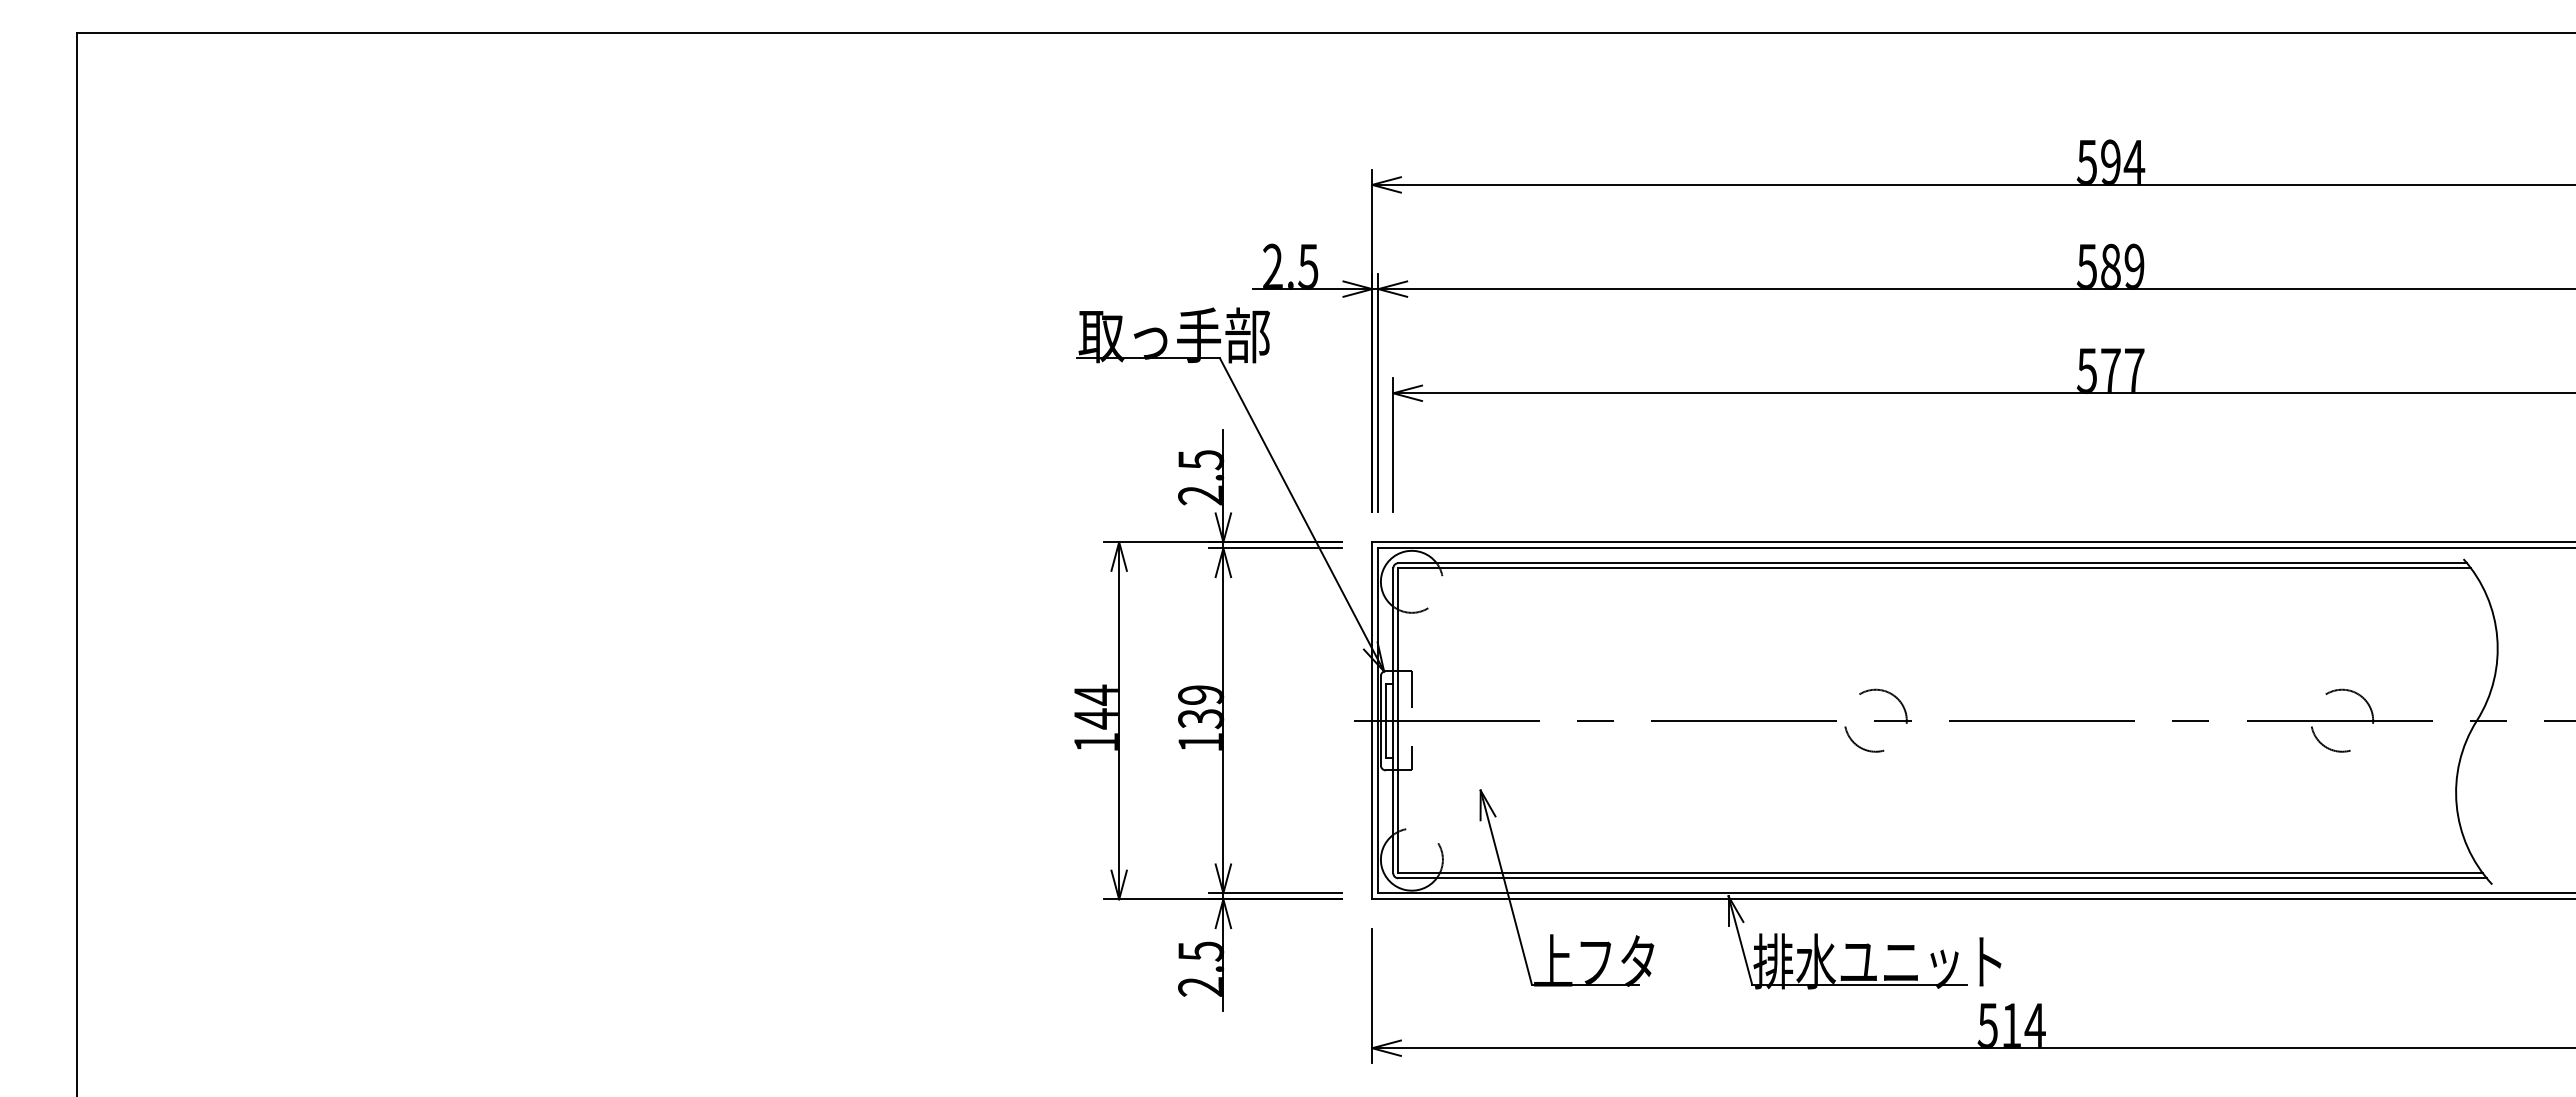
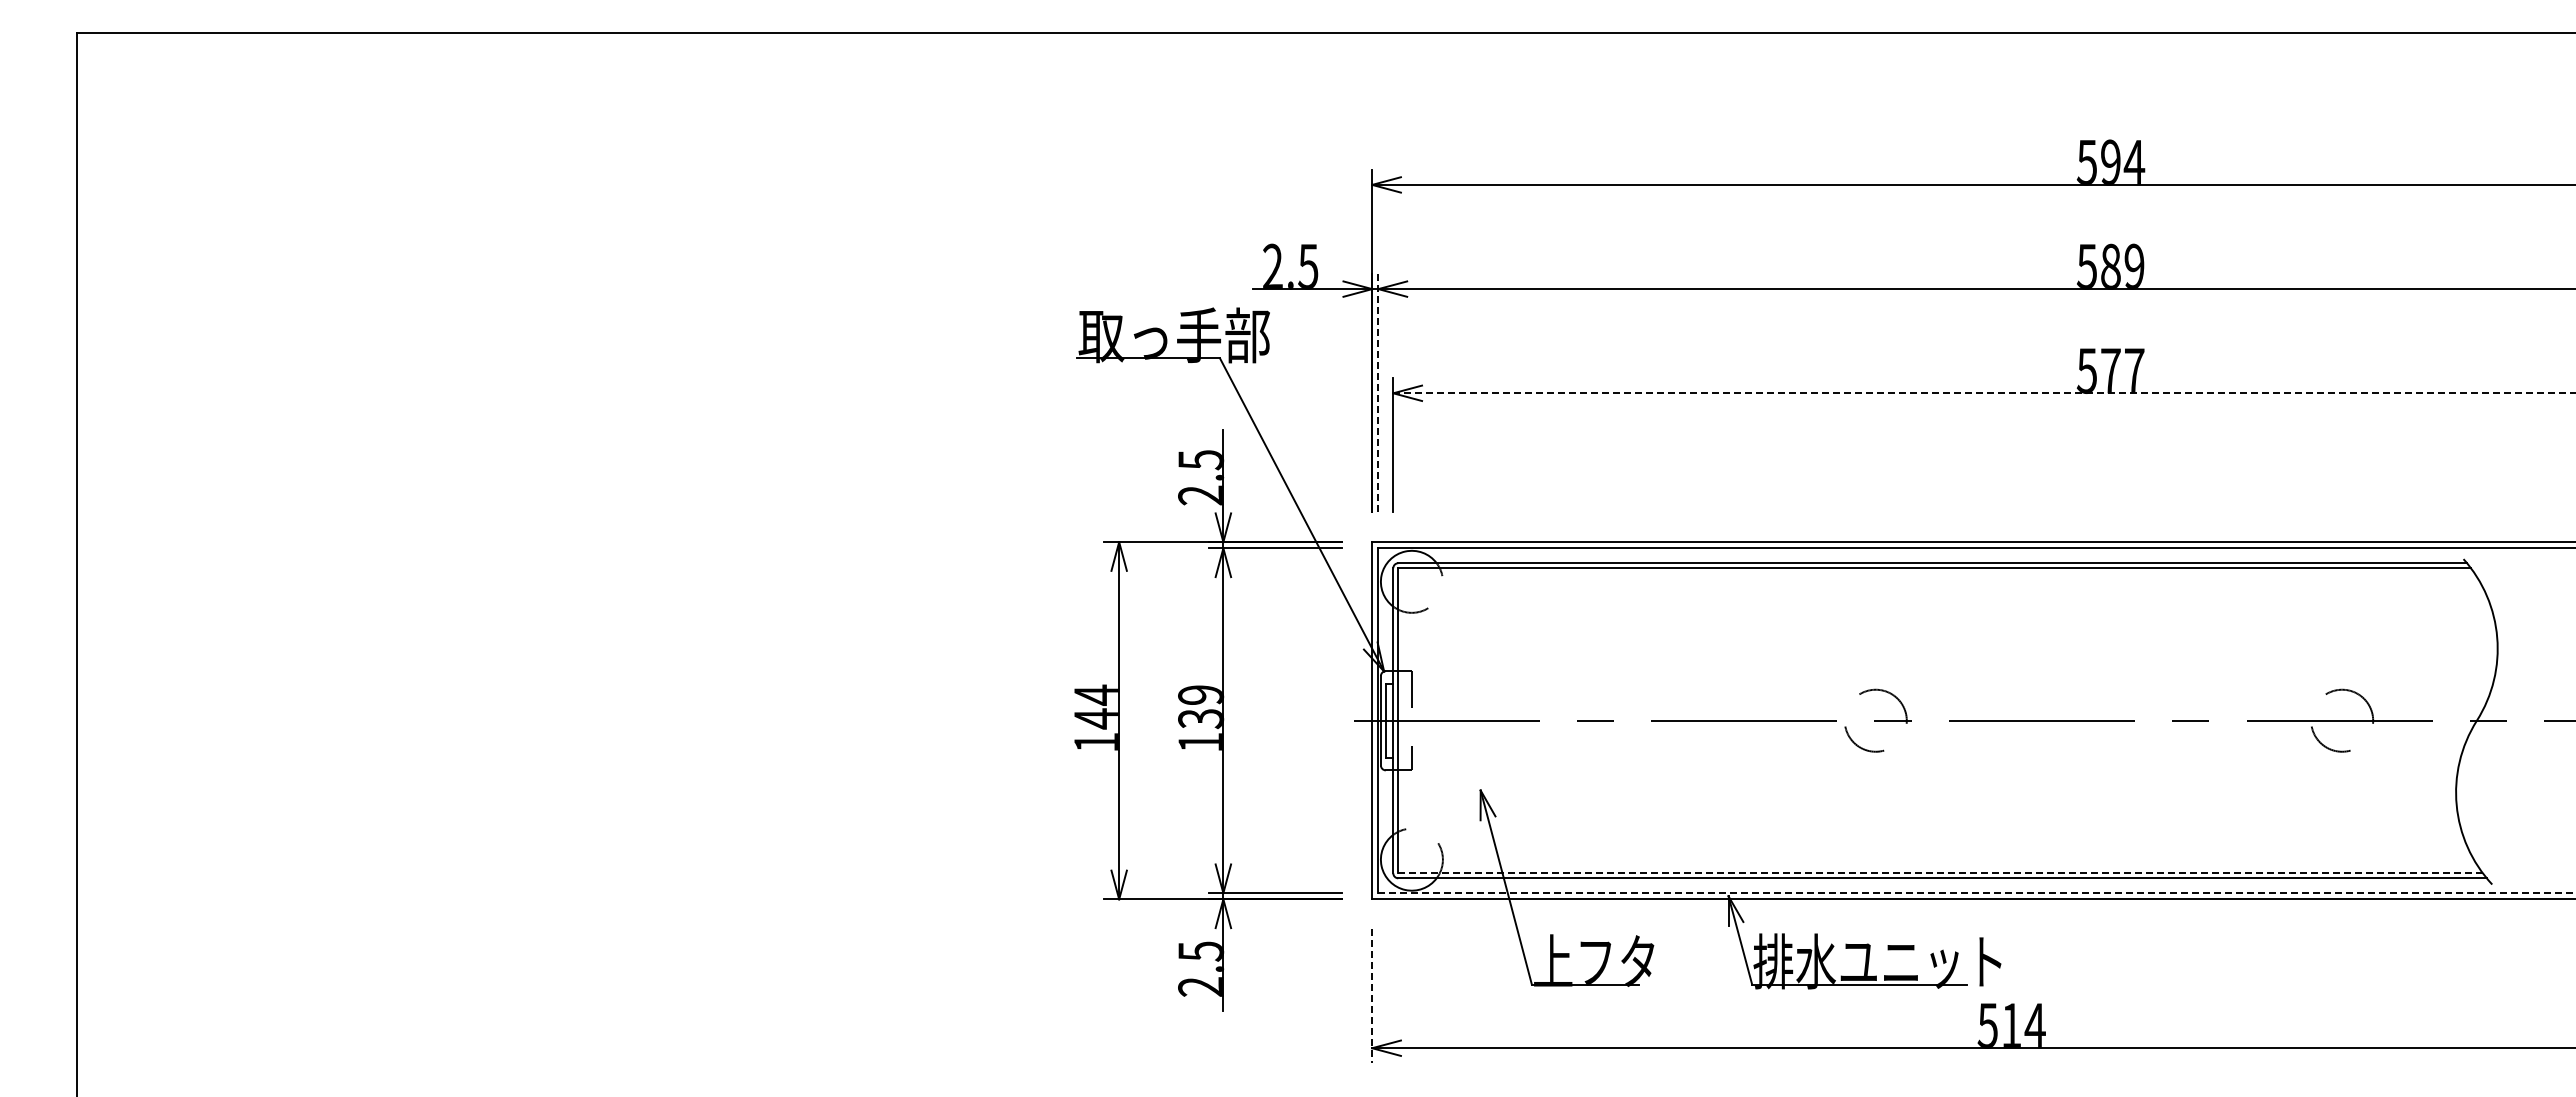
line at (1378, 392): solid -> dashed
line at (1985, 393): solid -> dashed
line at (1941, 873): solid -> dashed
line at (1977, 893): solid -> dashed
line at (1372, 996): solid -> dashed
